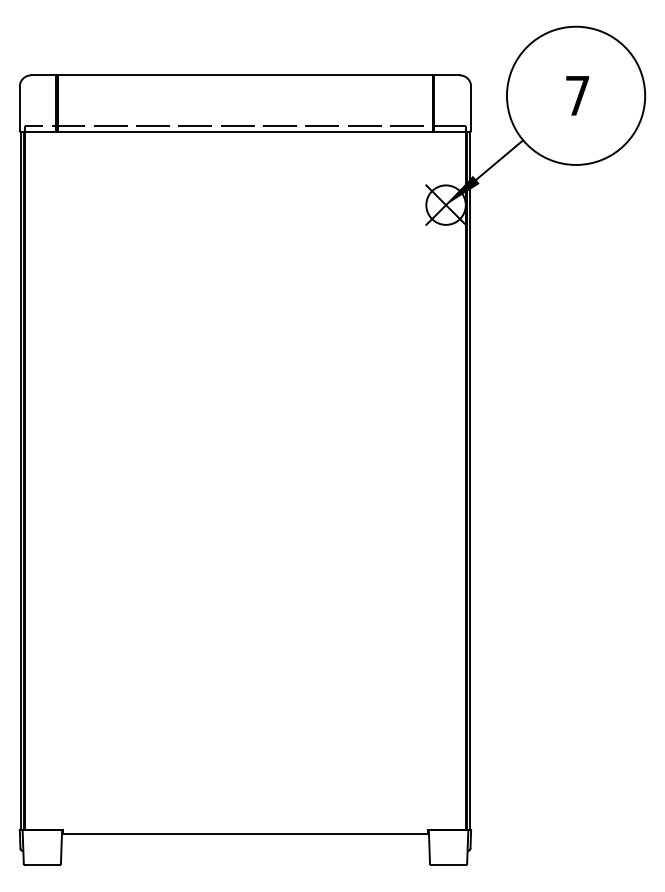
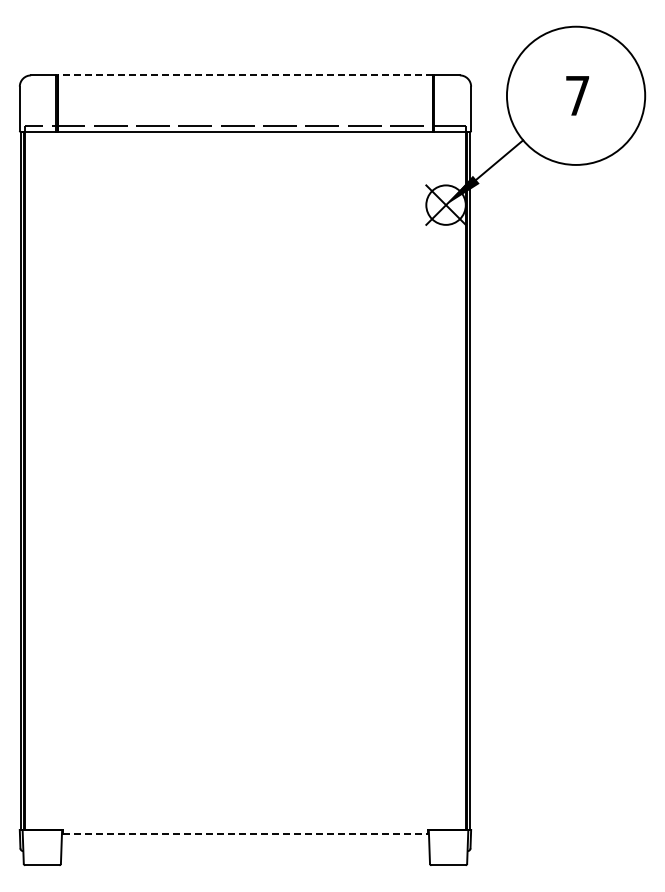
line at (245, 75): solid -> dashed
line at (245, 834): solid -> dashed
